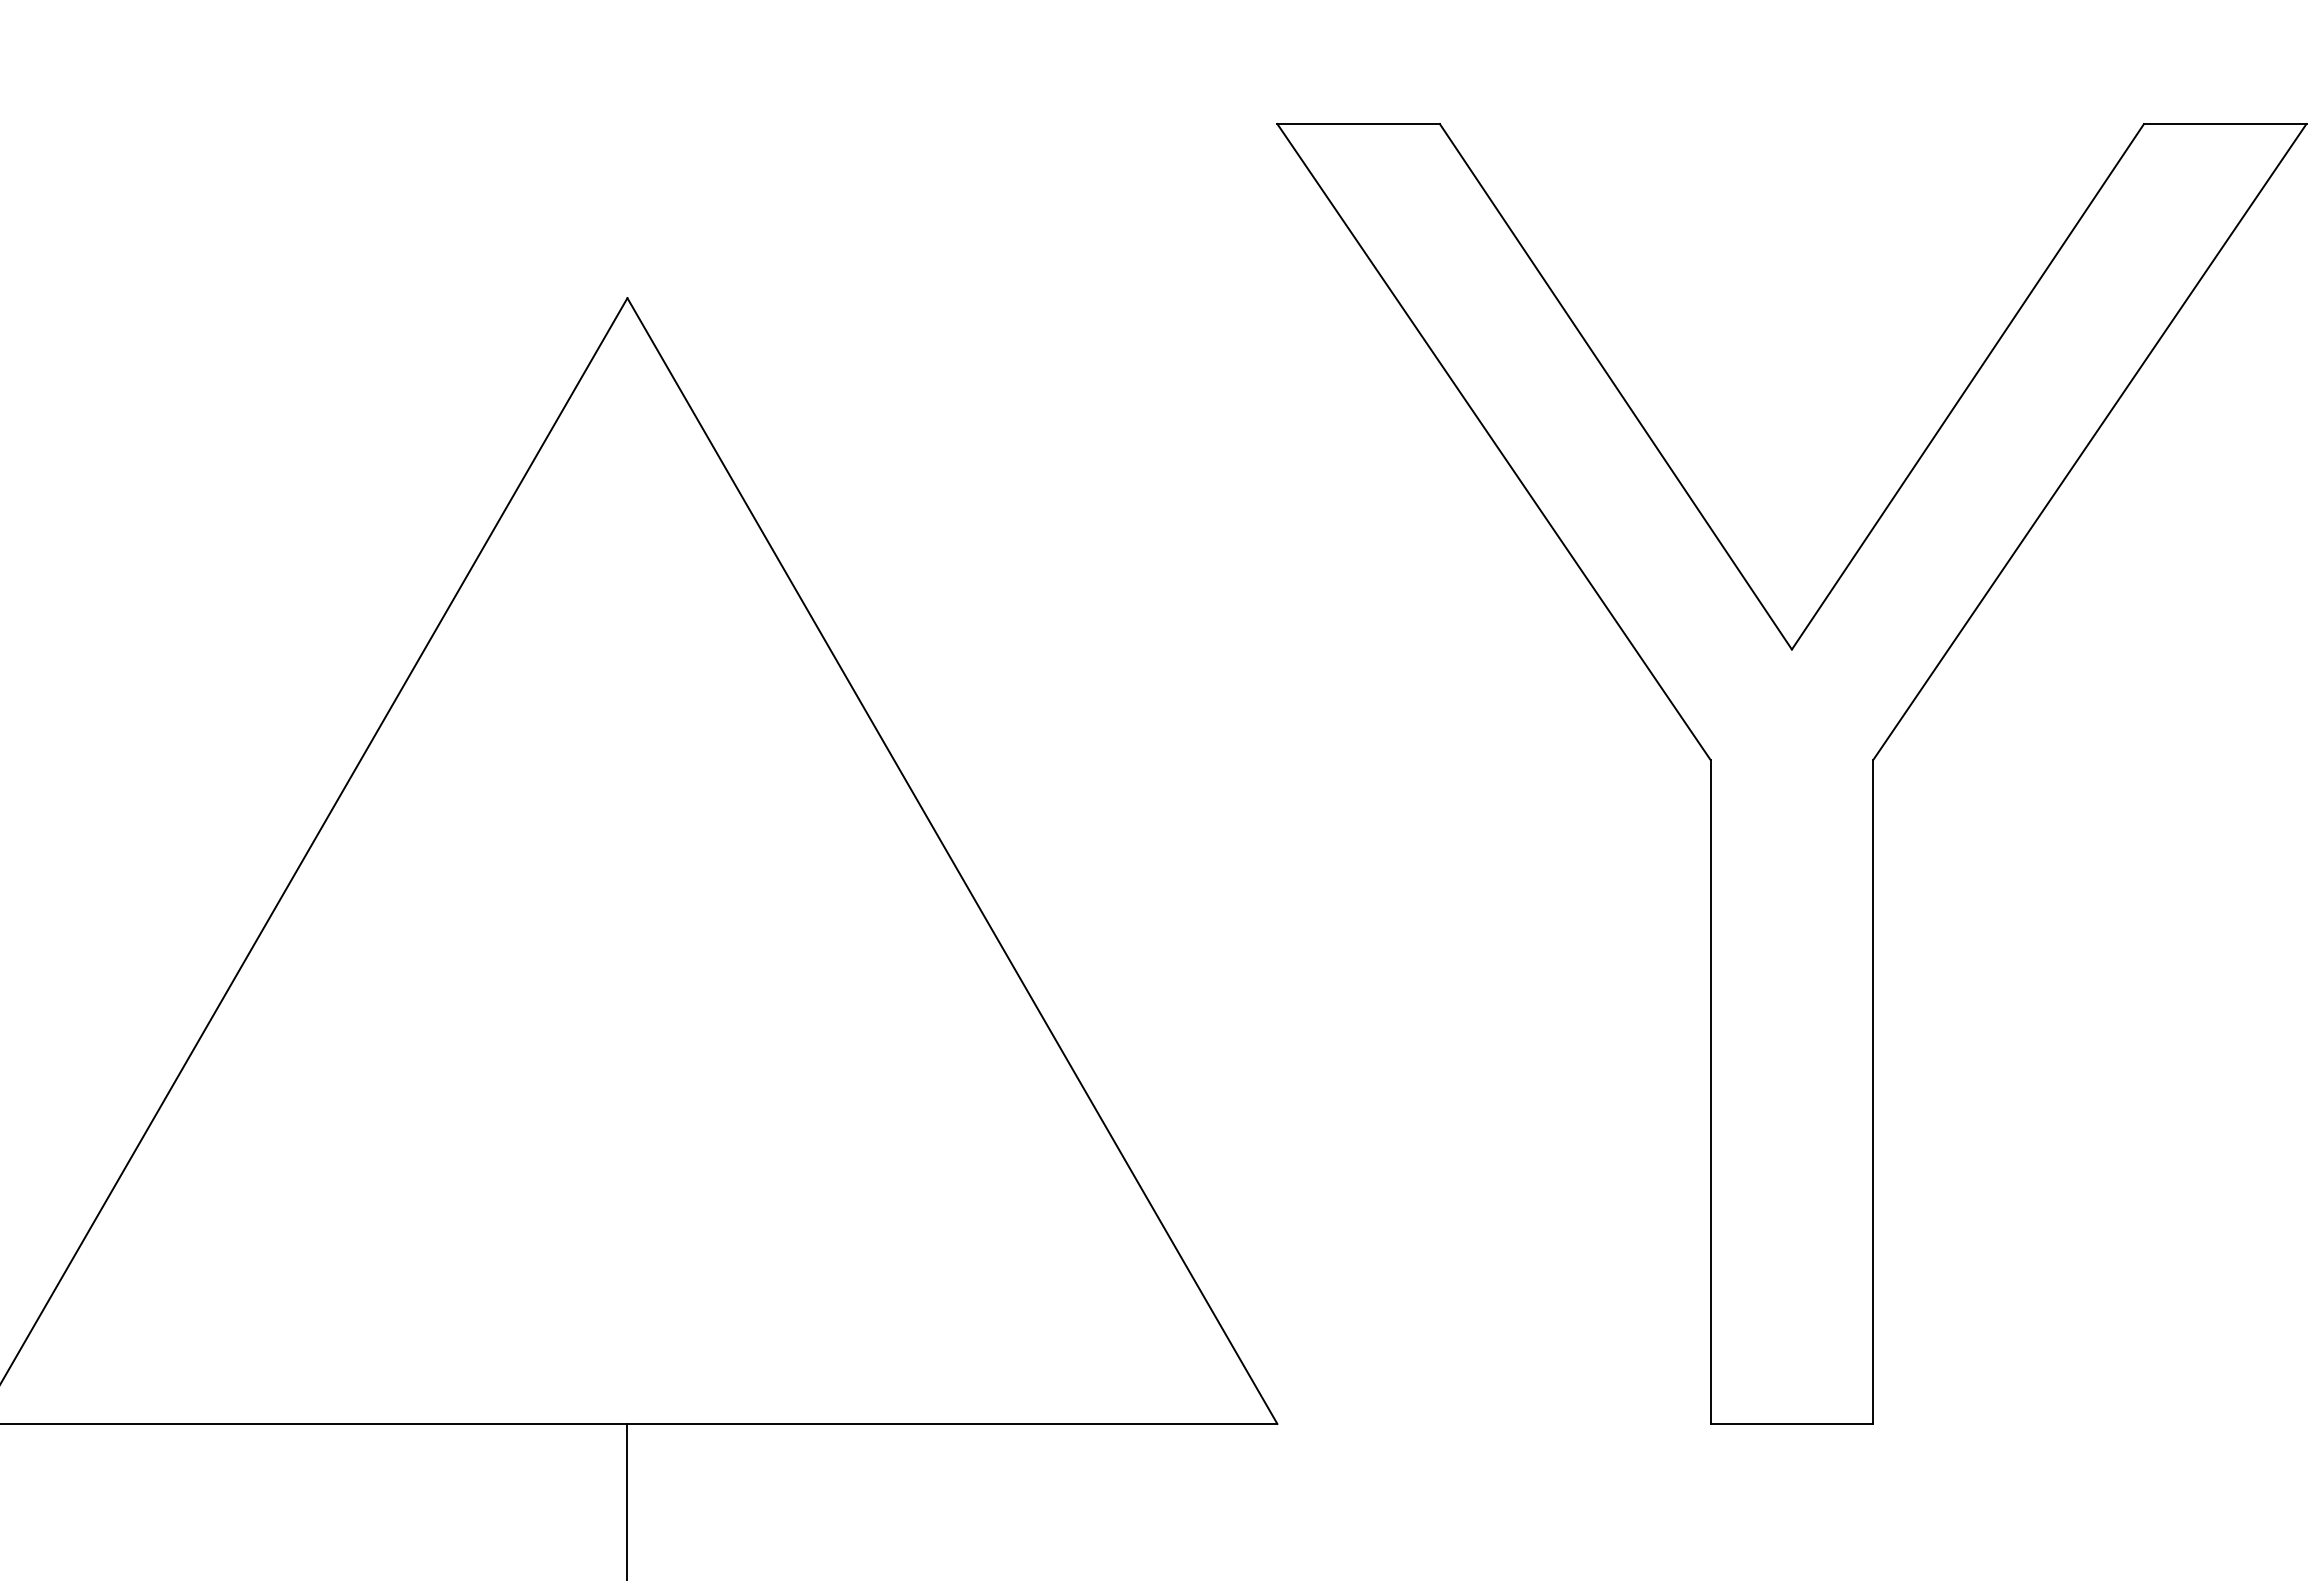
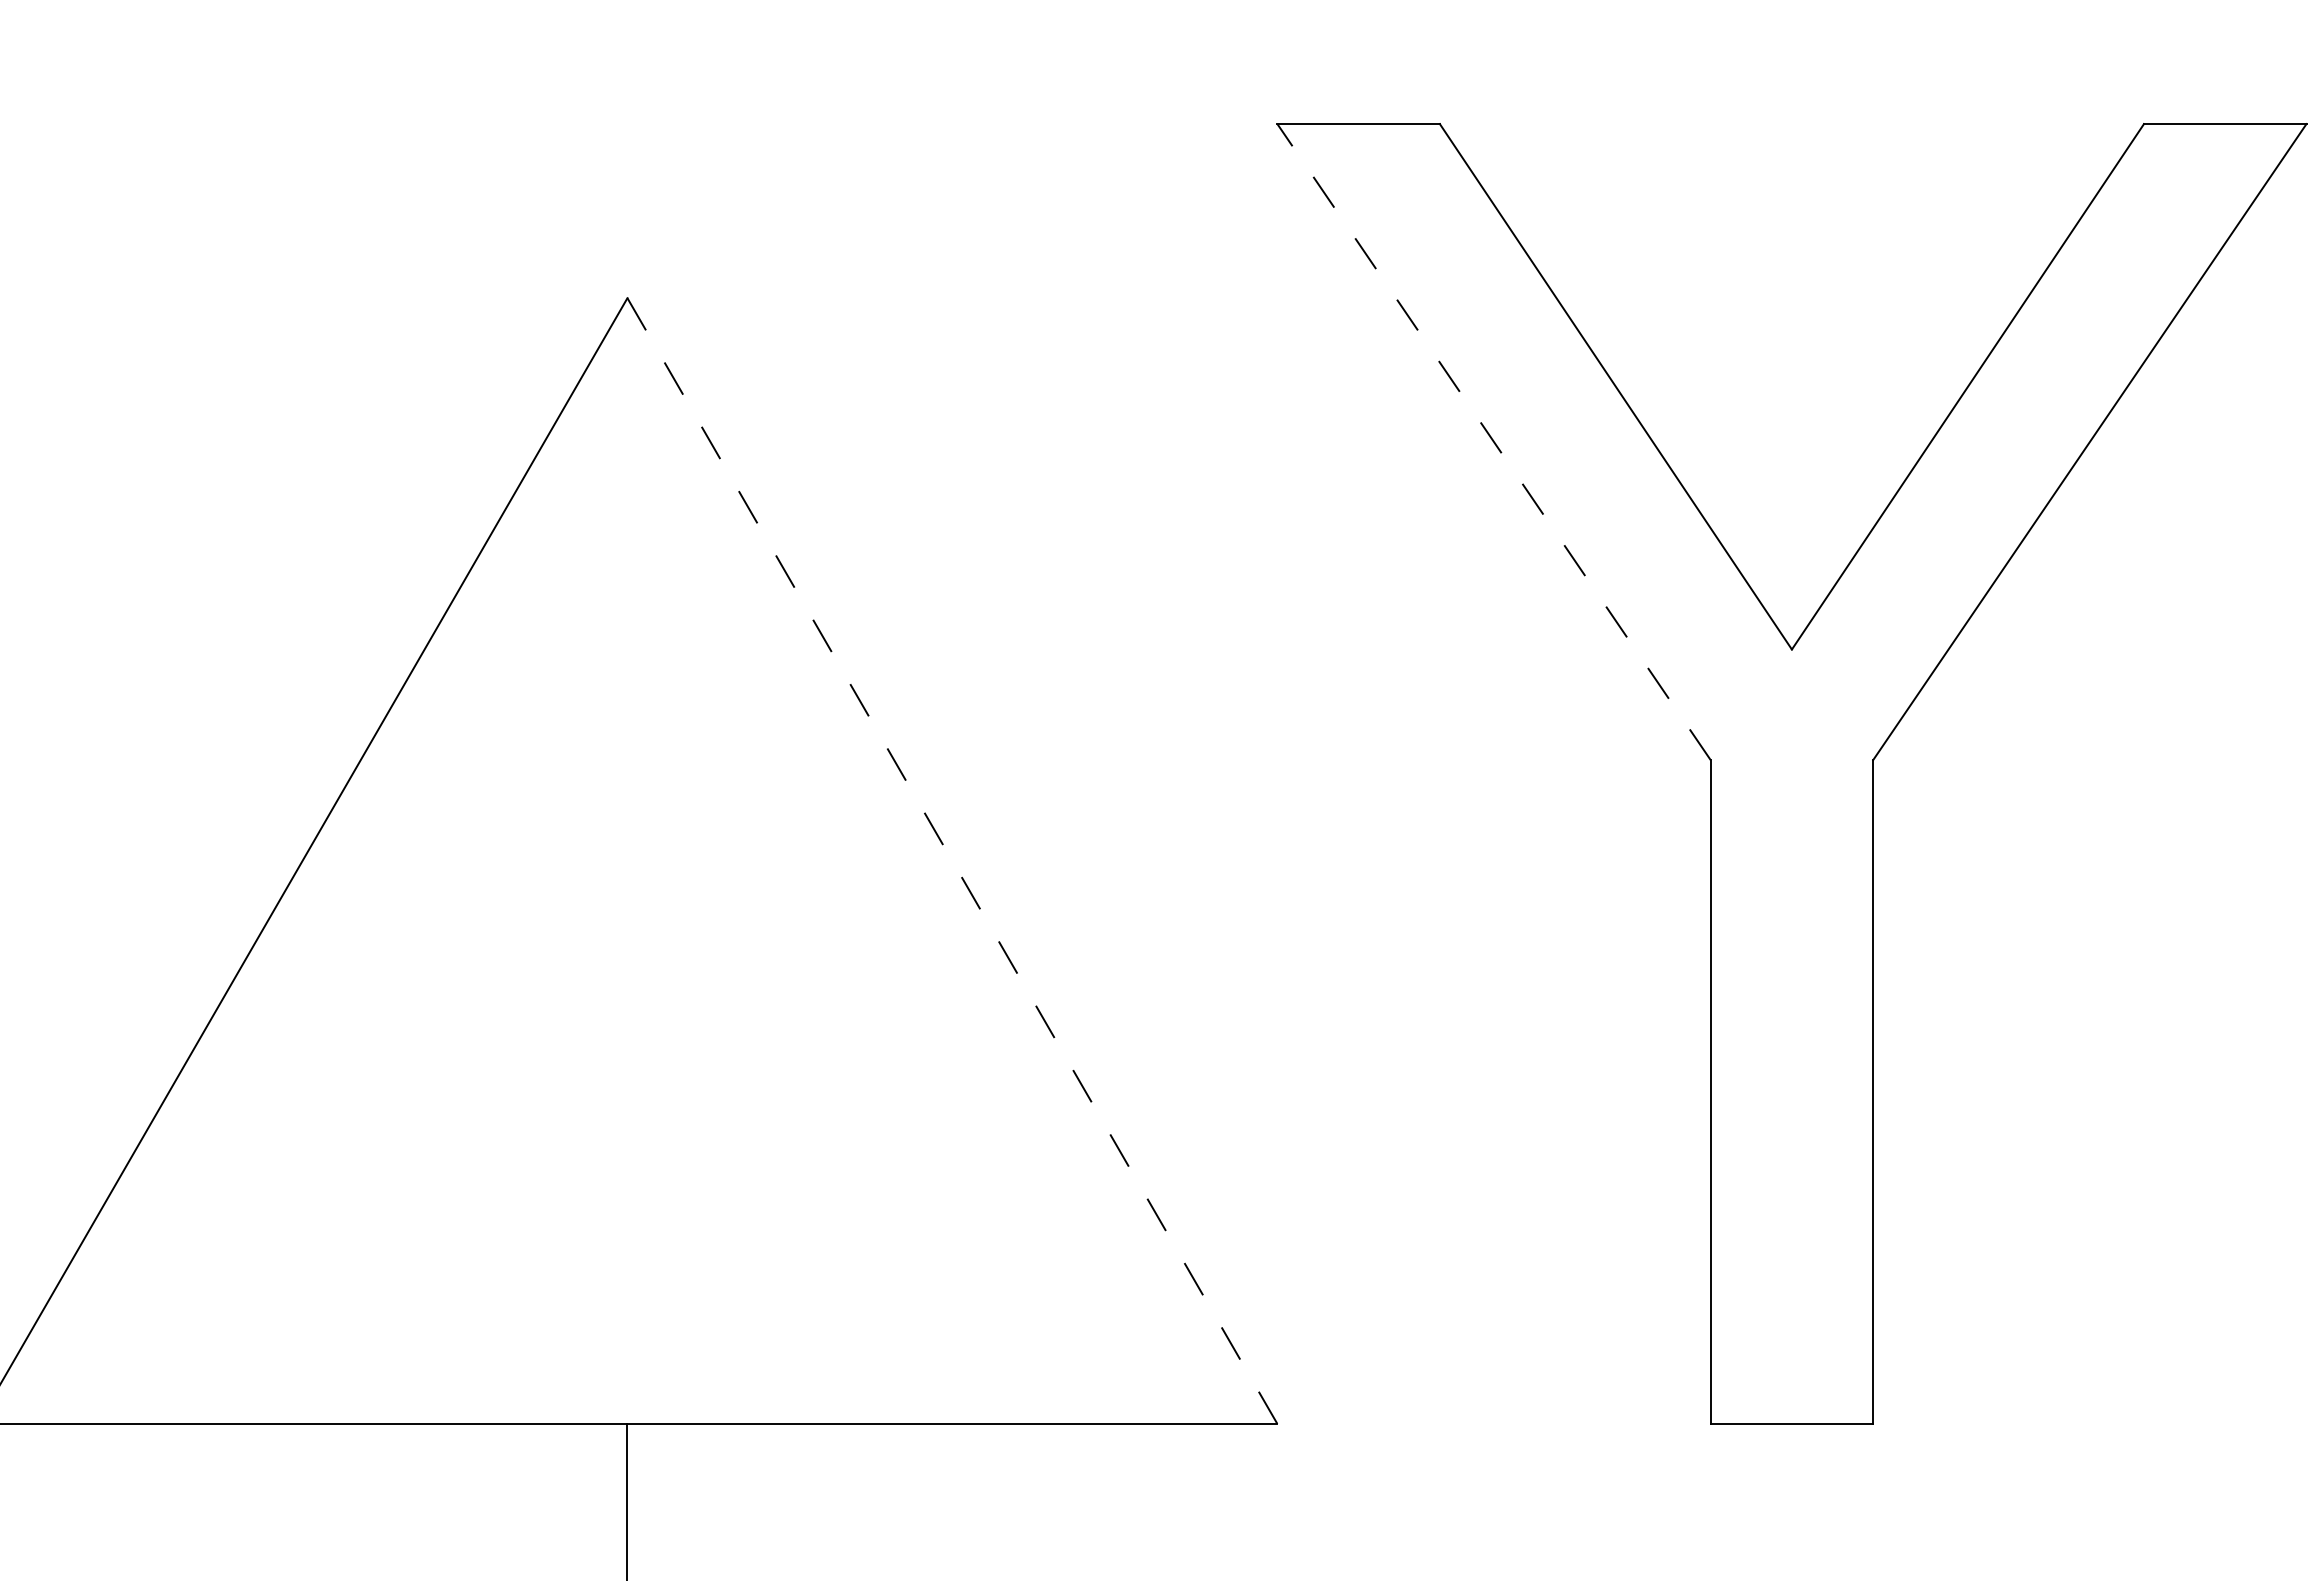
line at (1494, 442): solid -> dashed
line at (952, 861): solid -> dashed
